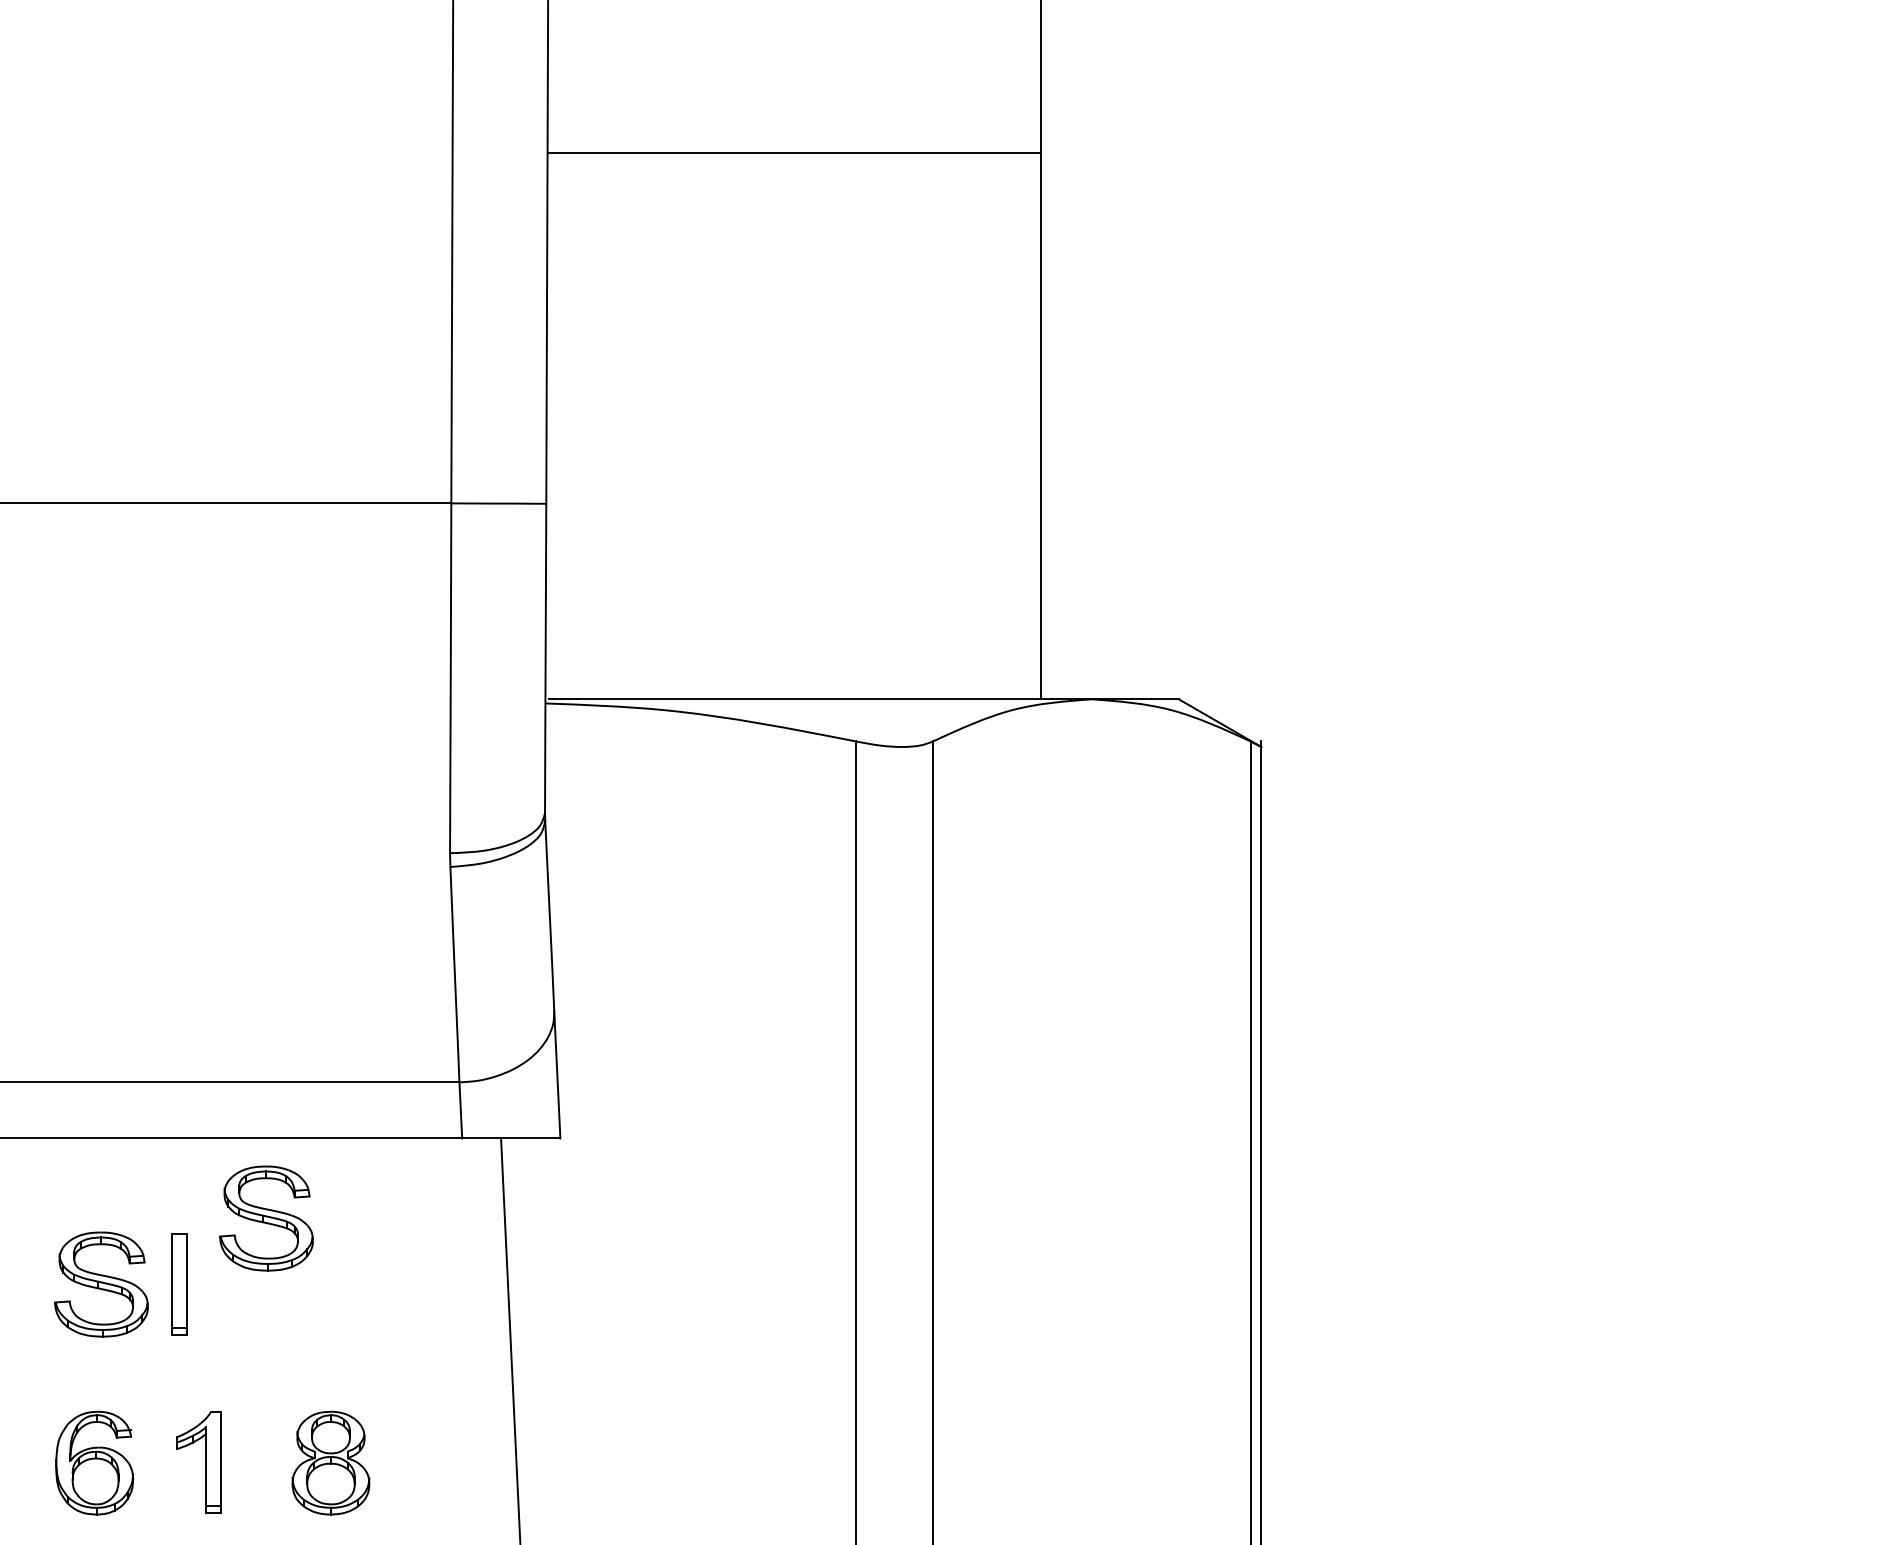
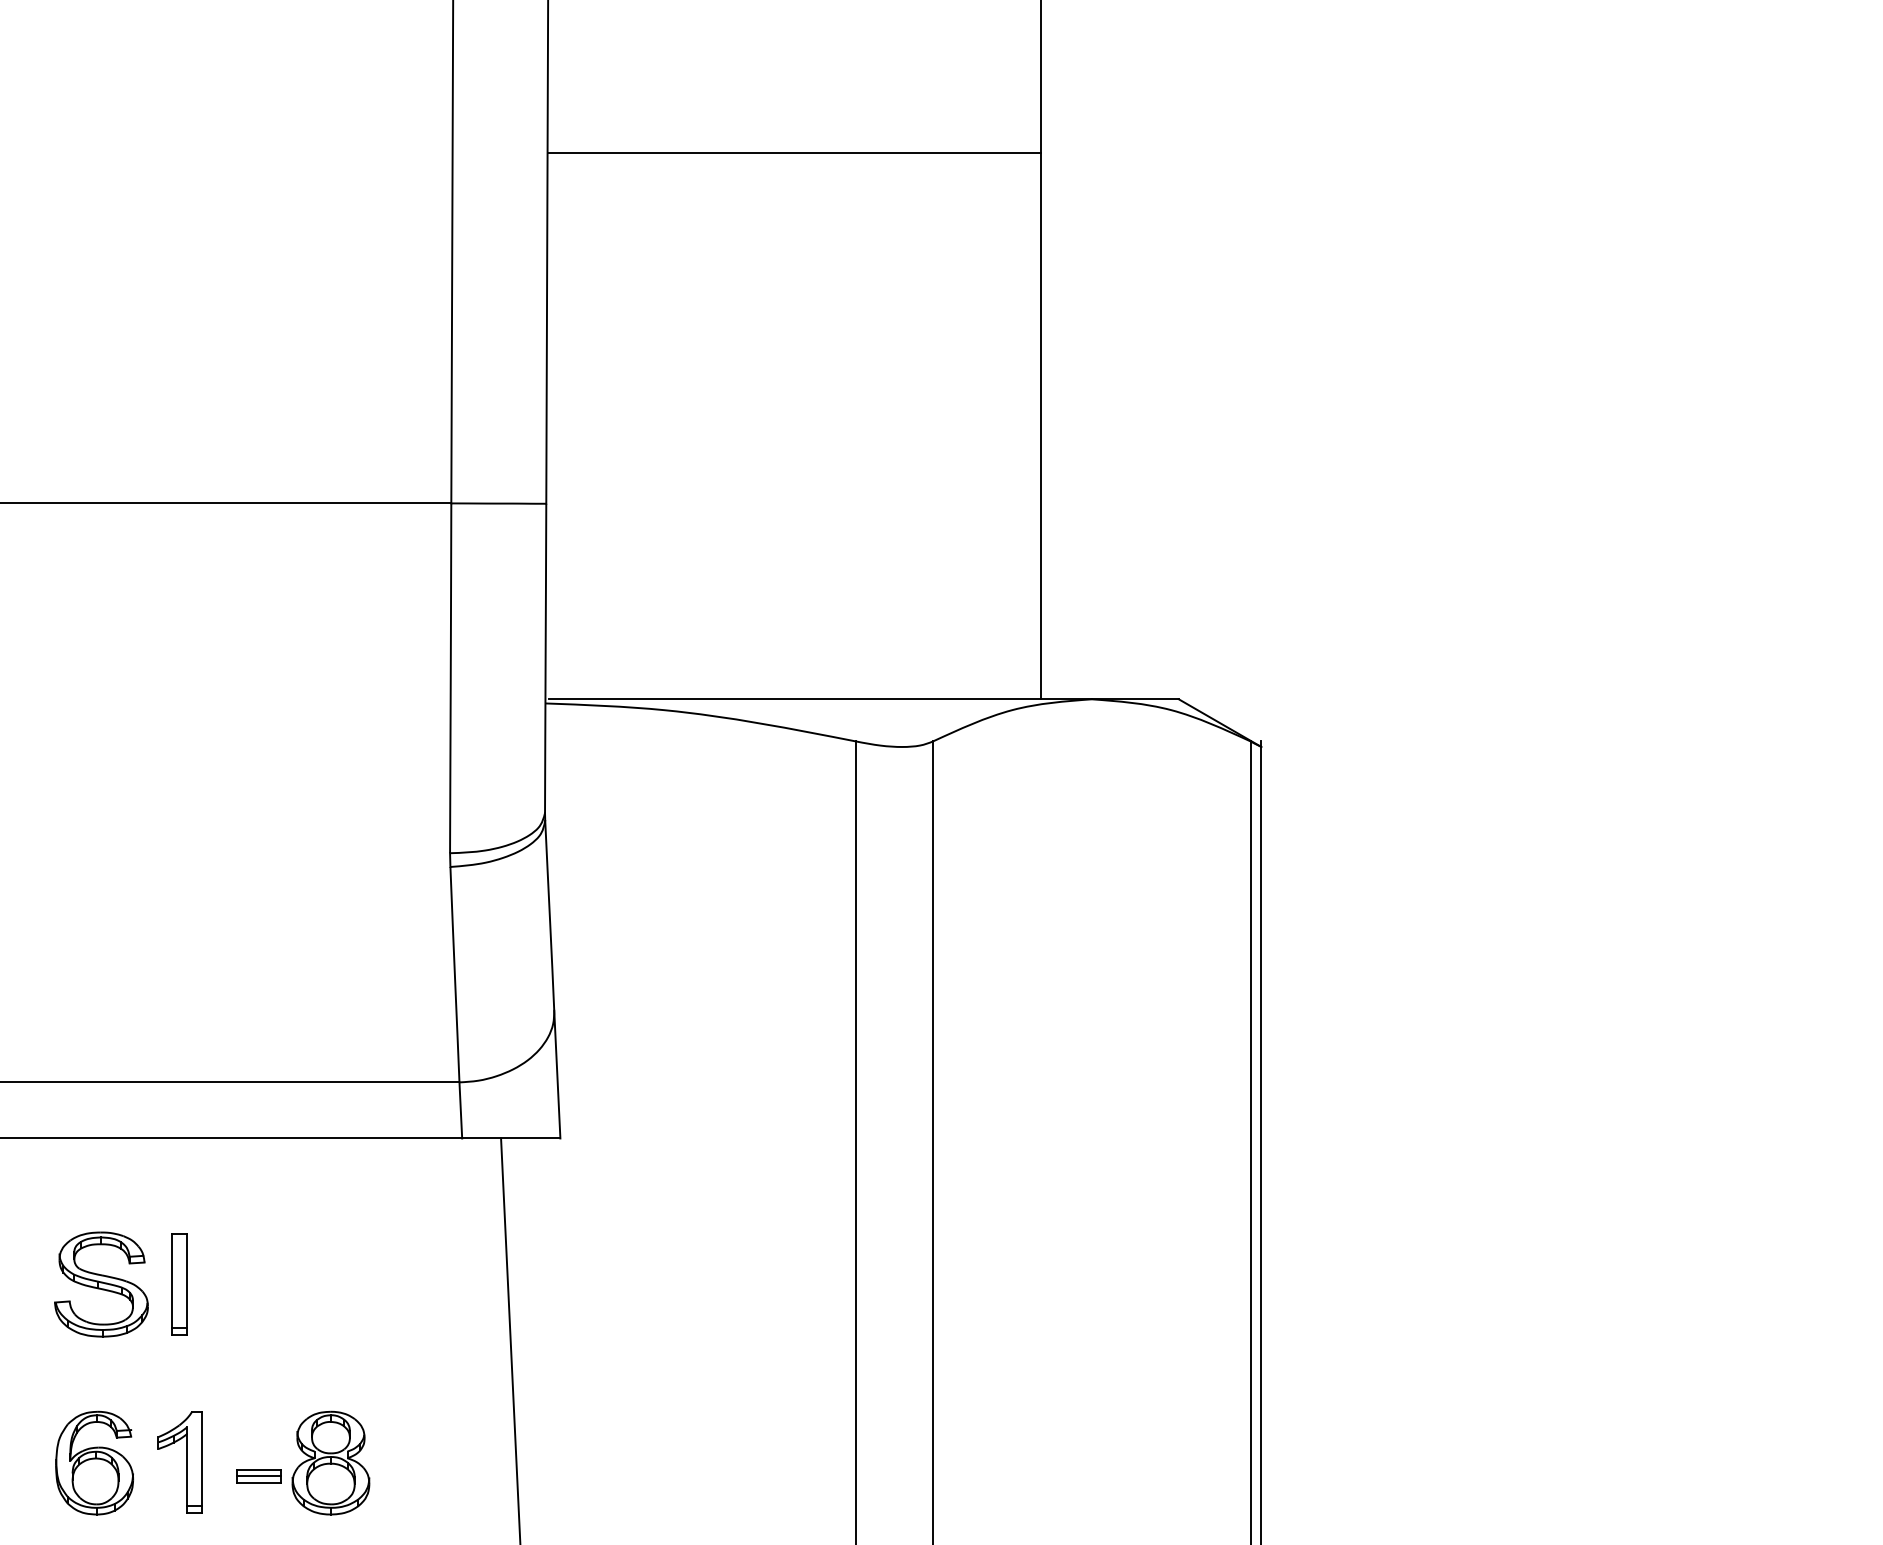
part at (266, 1218): present -> none
part at (205, 1462) position: (205, 1462) -> (186, 1462)
part at (258, 1476): none -> present
